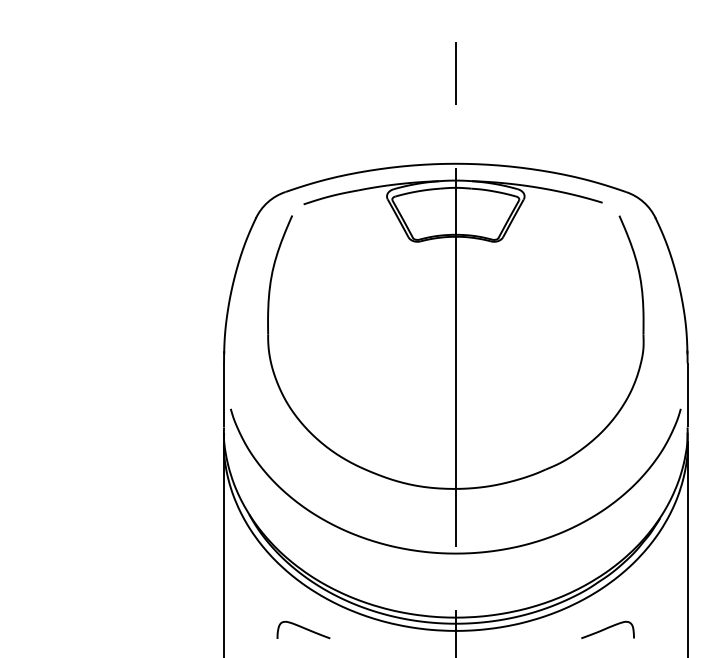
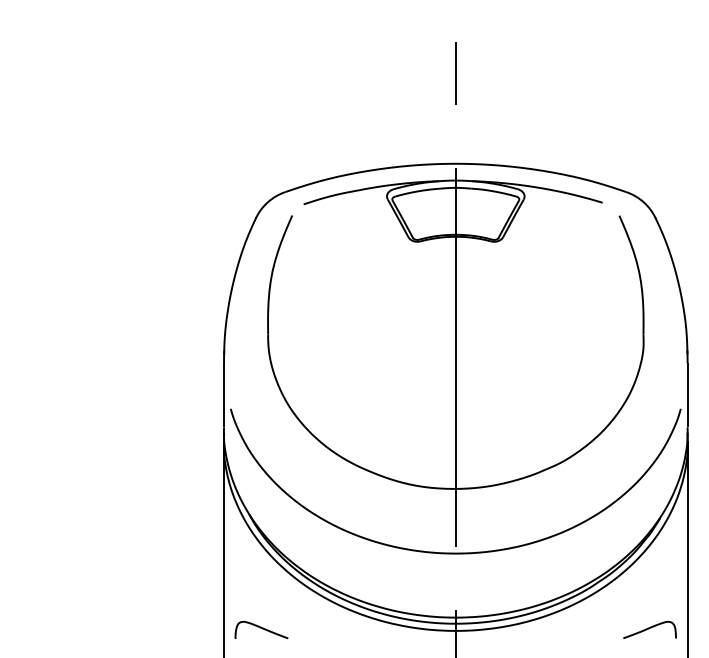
curve at (303, 628) position: (303, 628) -> (261, 628)
curve at (607, 629) position: (607, 629) -> (649, 629)
